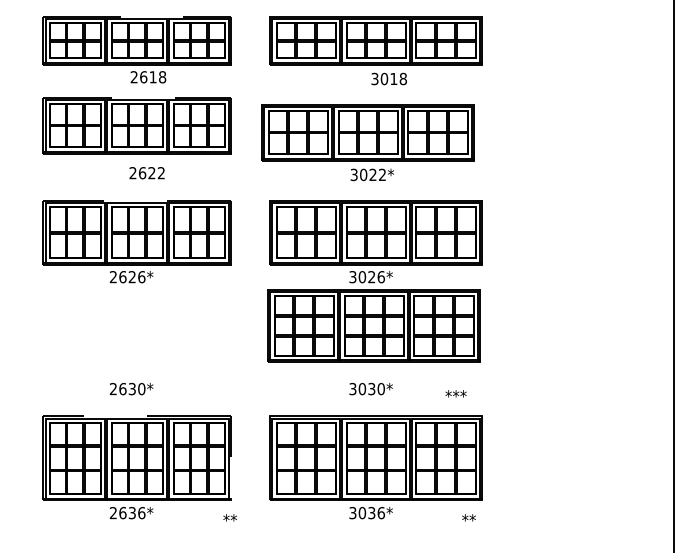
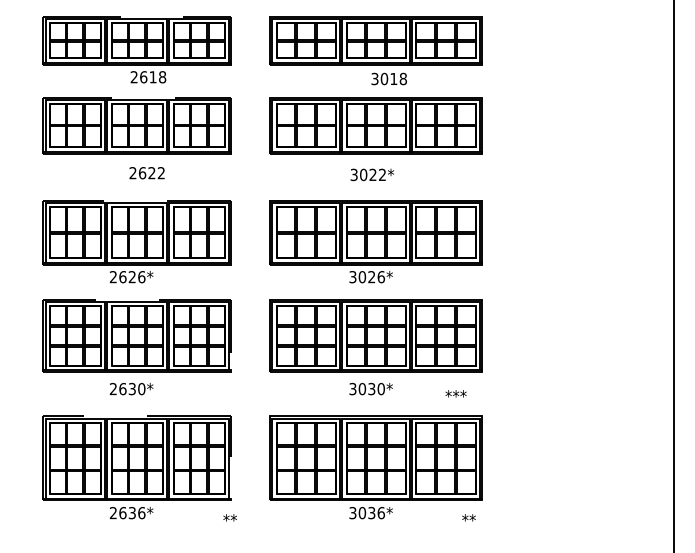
part at (367, 132) position: (367, 132) -> (375, 125)
part at (373, 325) position: (373, 325) -> (375, 335)
part at (136, 335): none -> present
